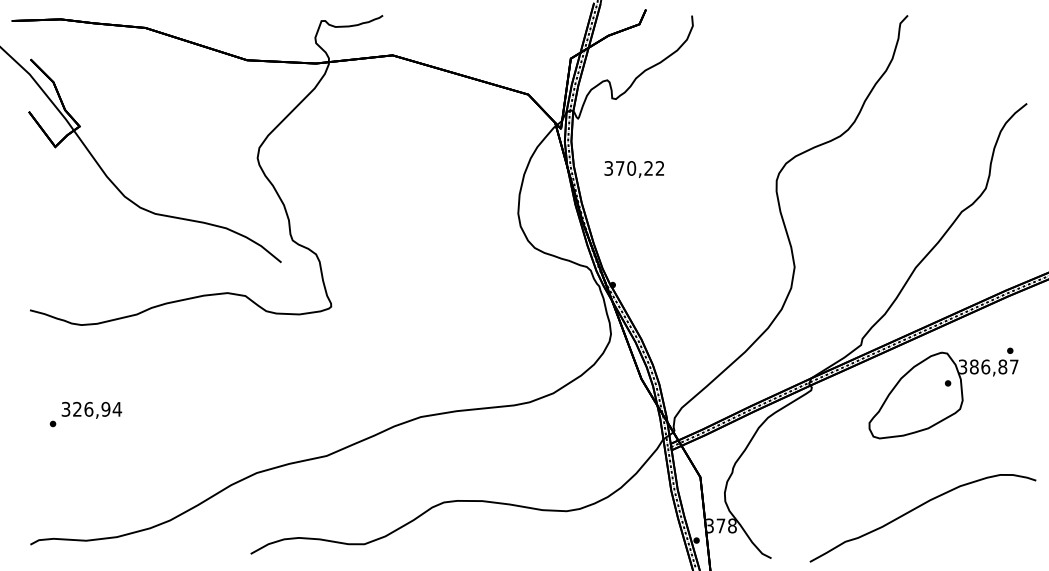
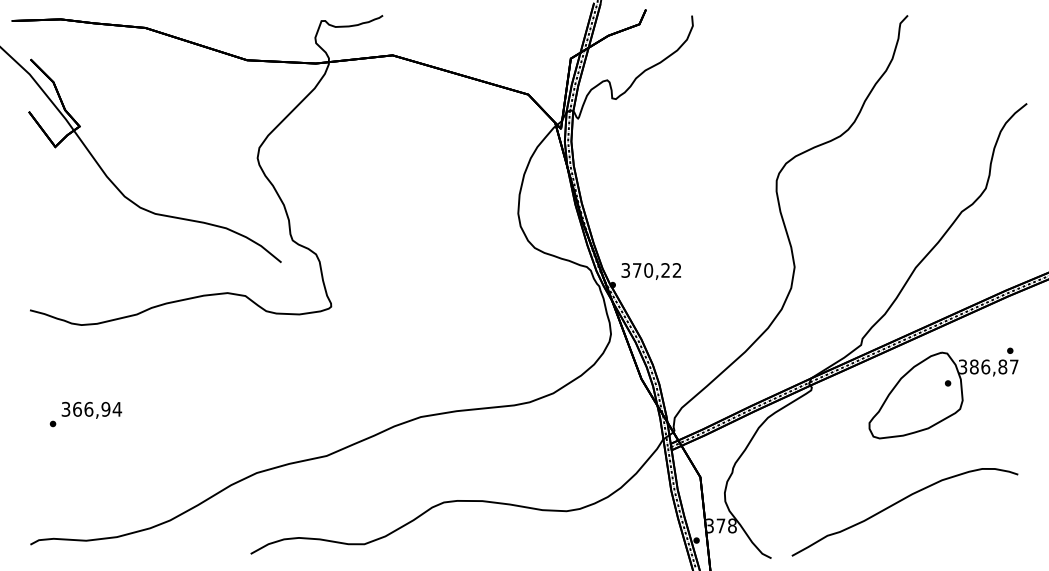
text at (633, 169) position: (633, 169) -> (650, 271)
text at (77, 408): 326,94 -> 366,94
curve at (917, 508) position: (917, 508) -> (899, 502)
